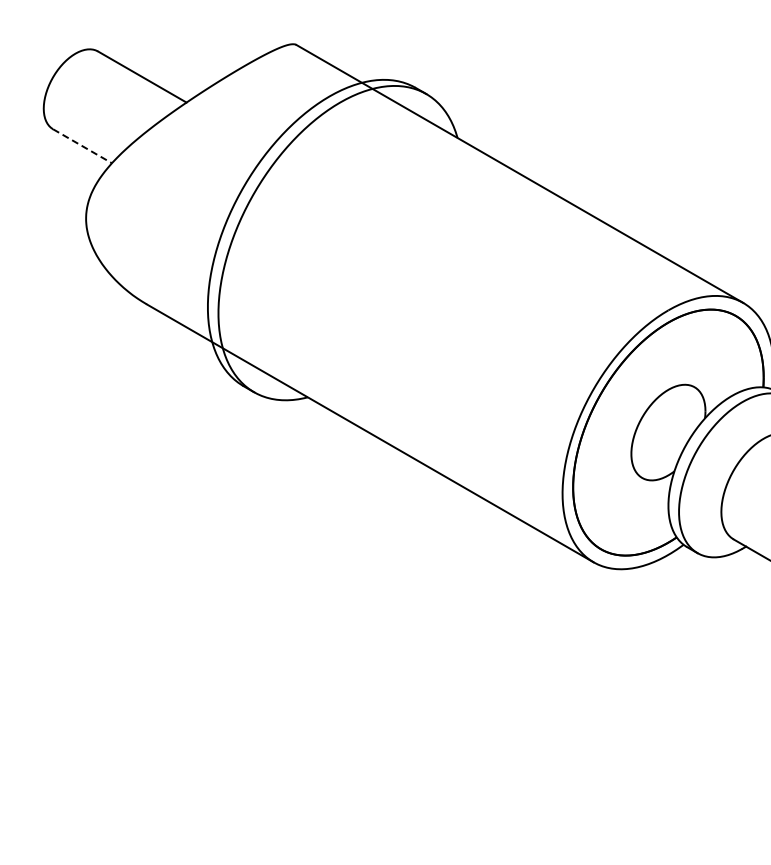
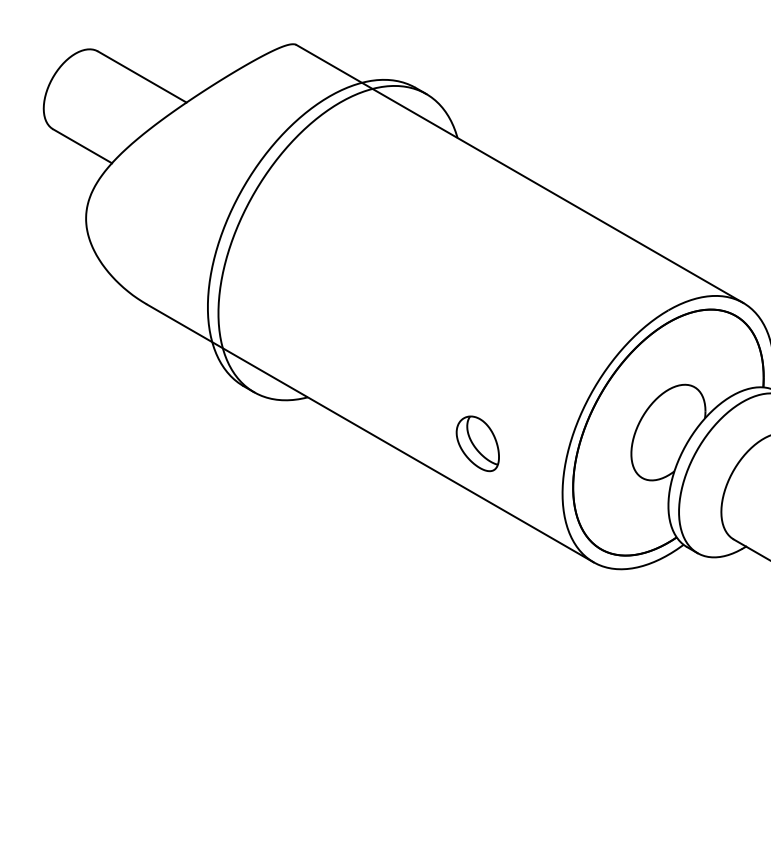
line at (83, 146): dashed -> solid
part at (477, 443): none -> present
